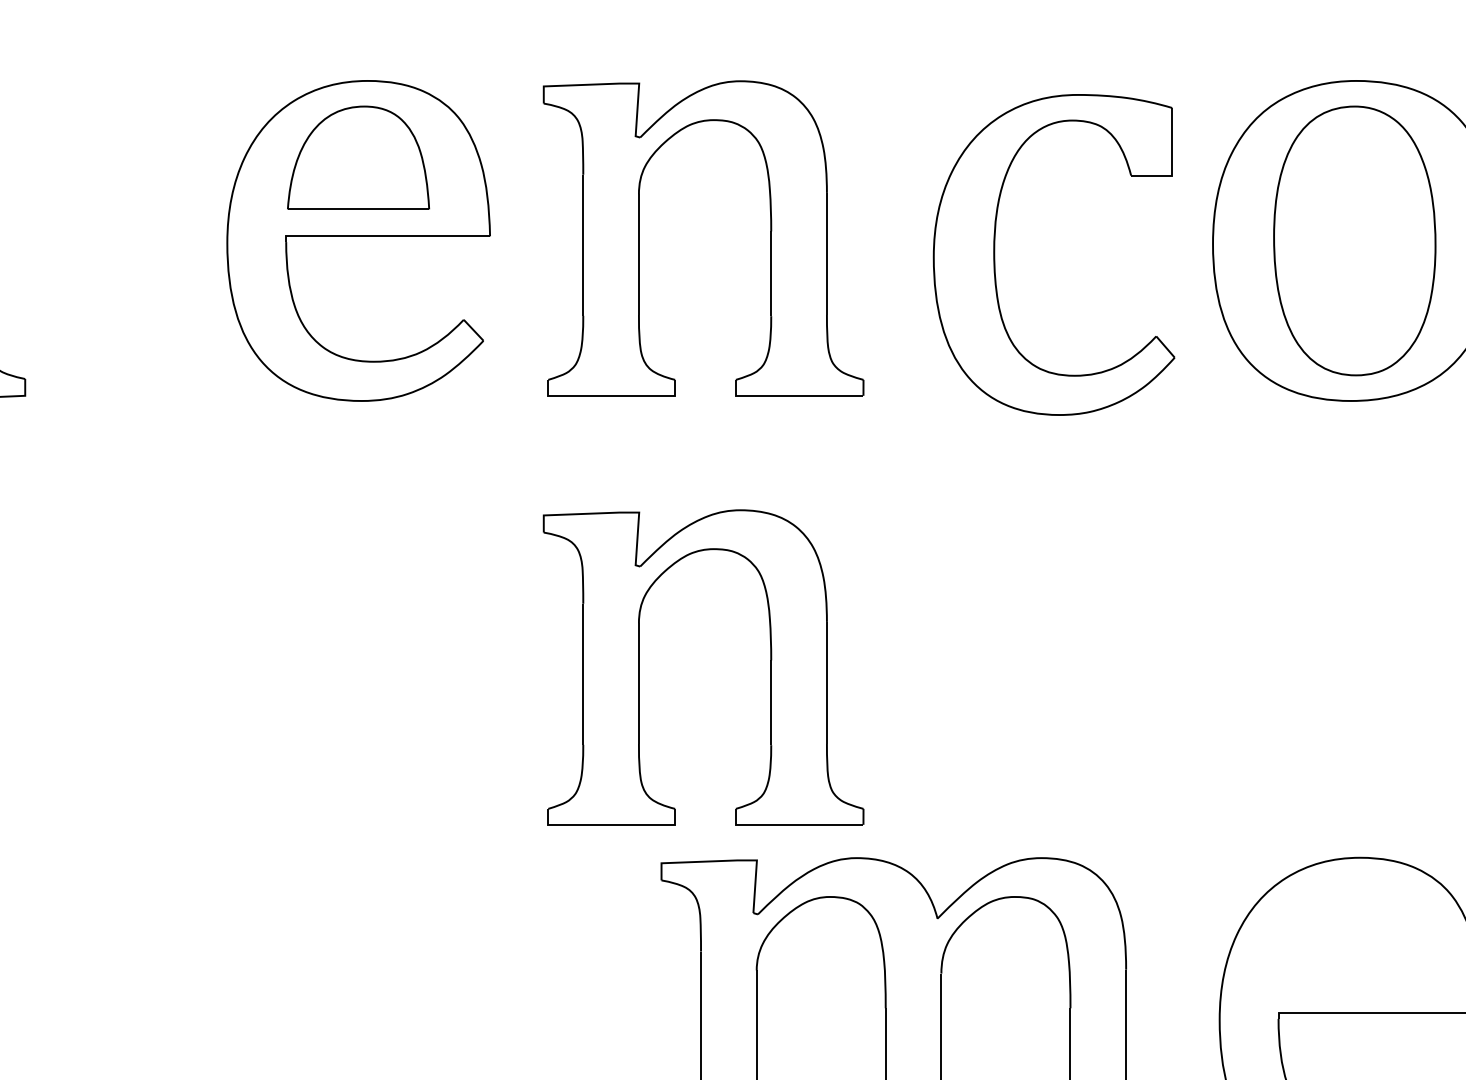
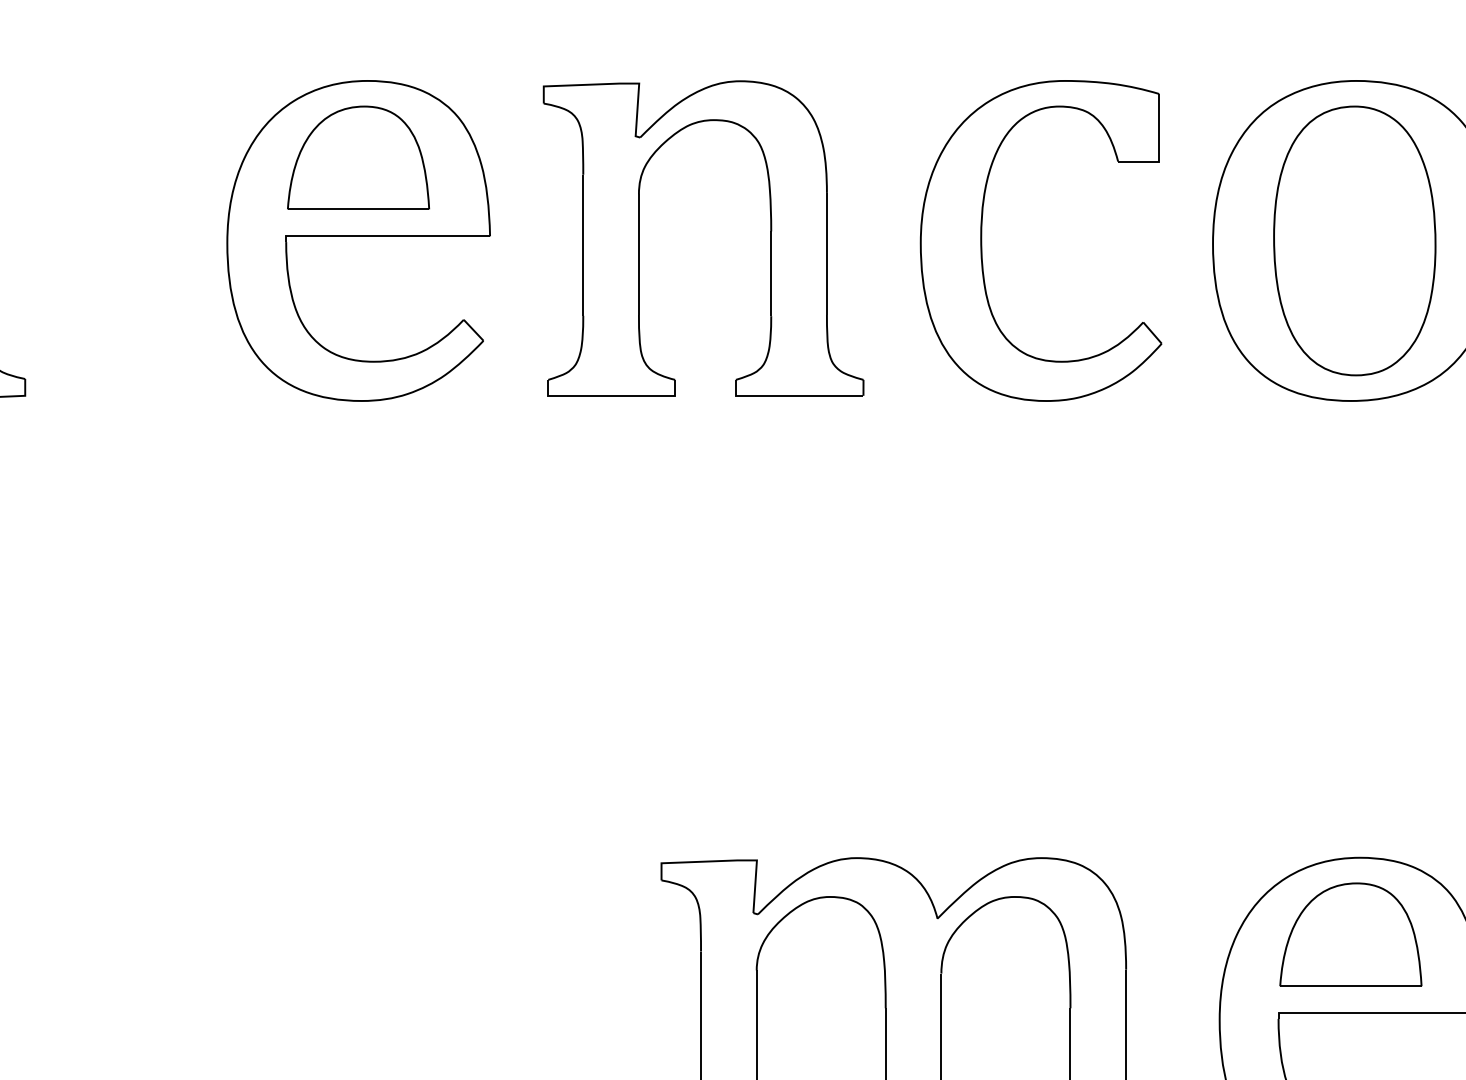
part at (995, 254) position: (995, 254) -> (982, 240)
part at (639, 667): present -> none
part at (1350, 934): none -> present
